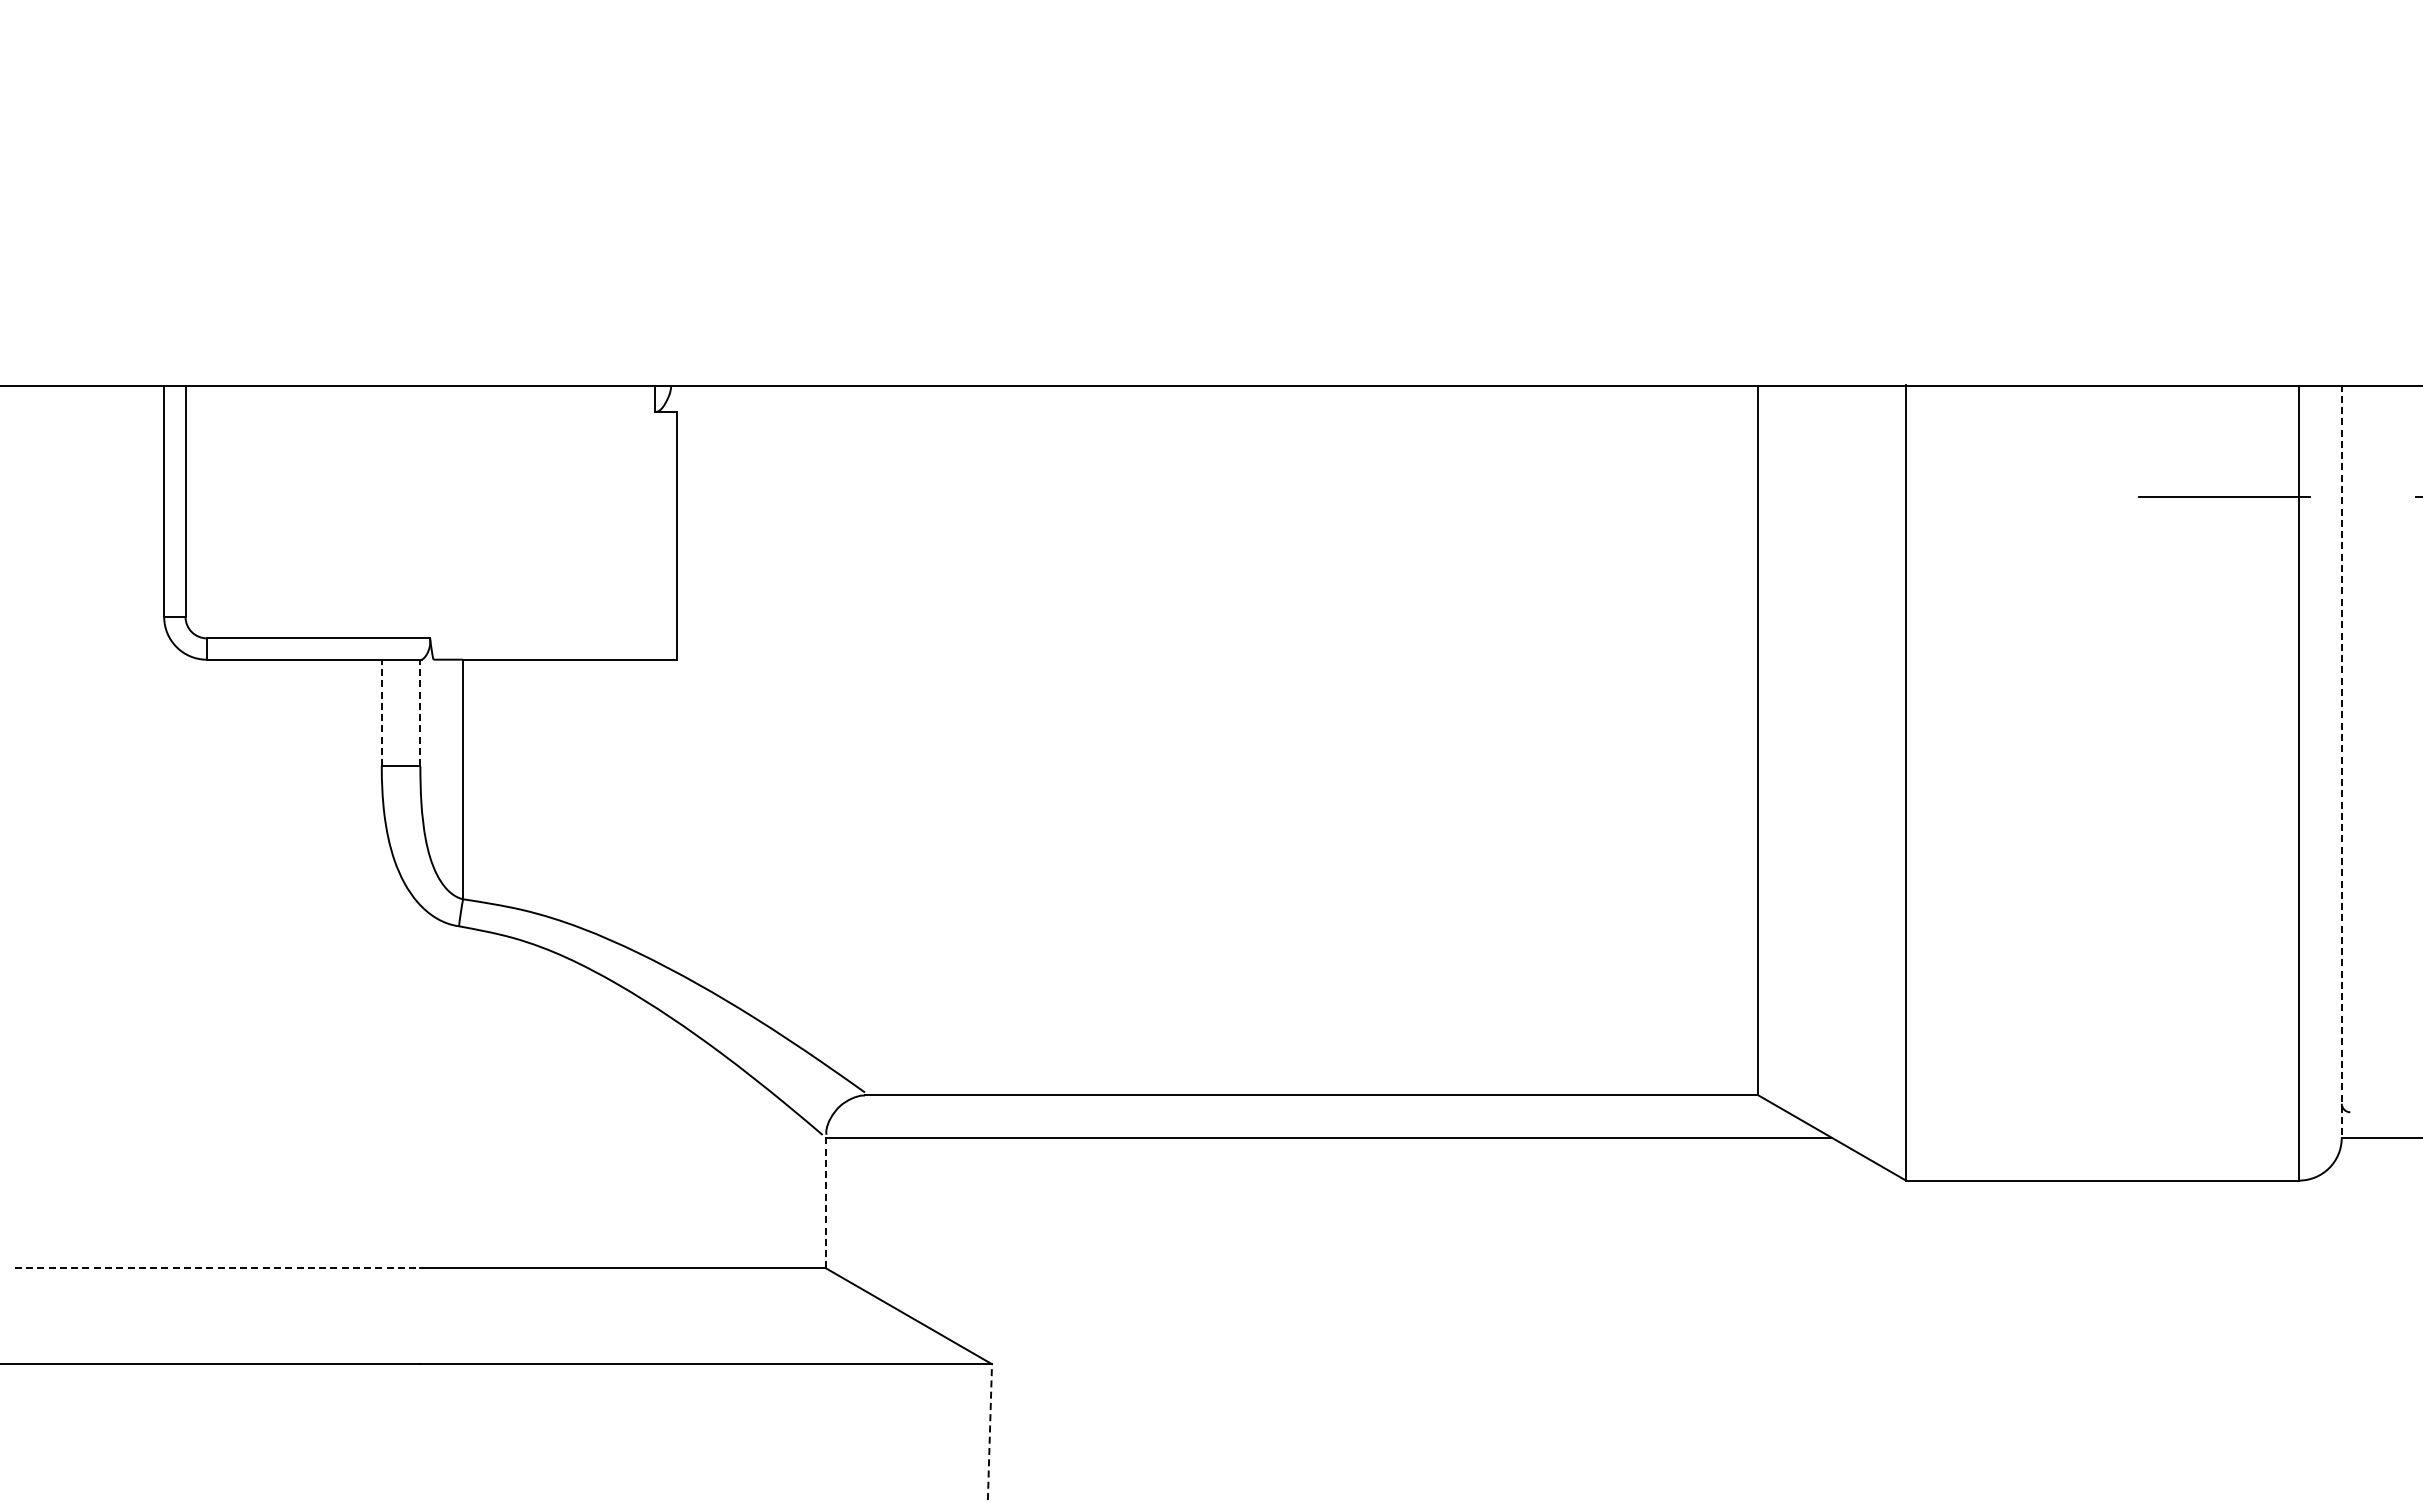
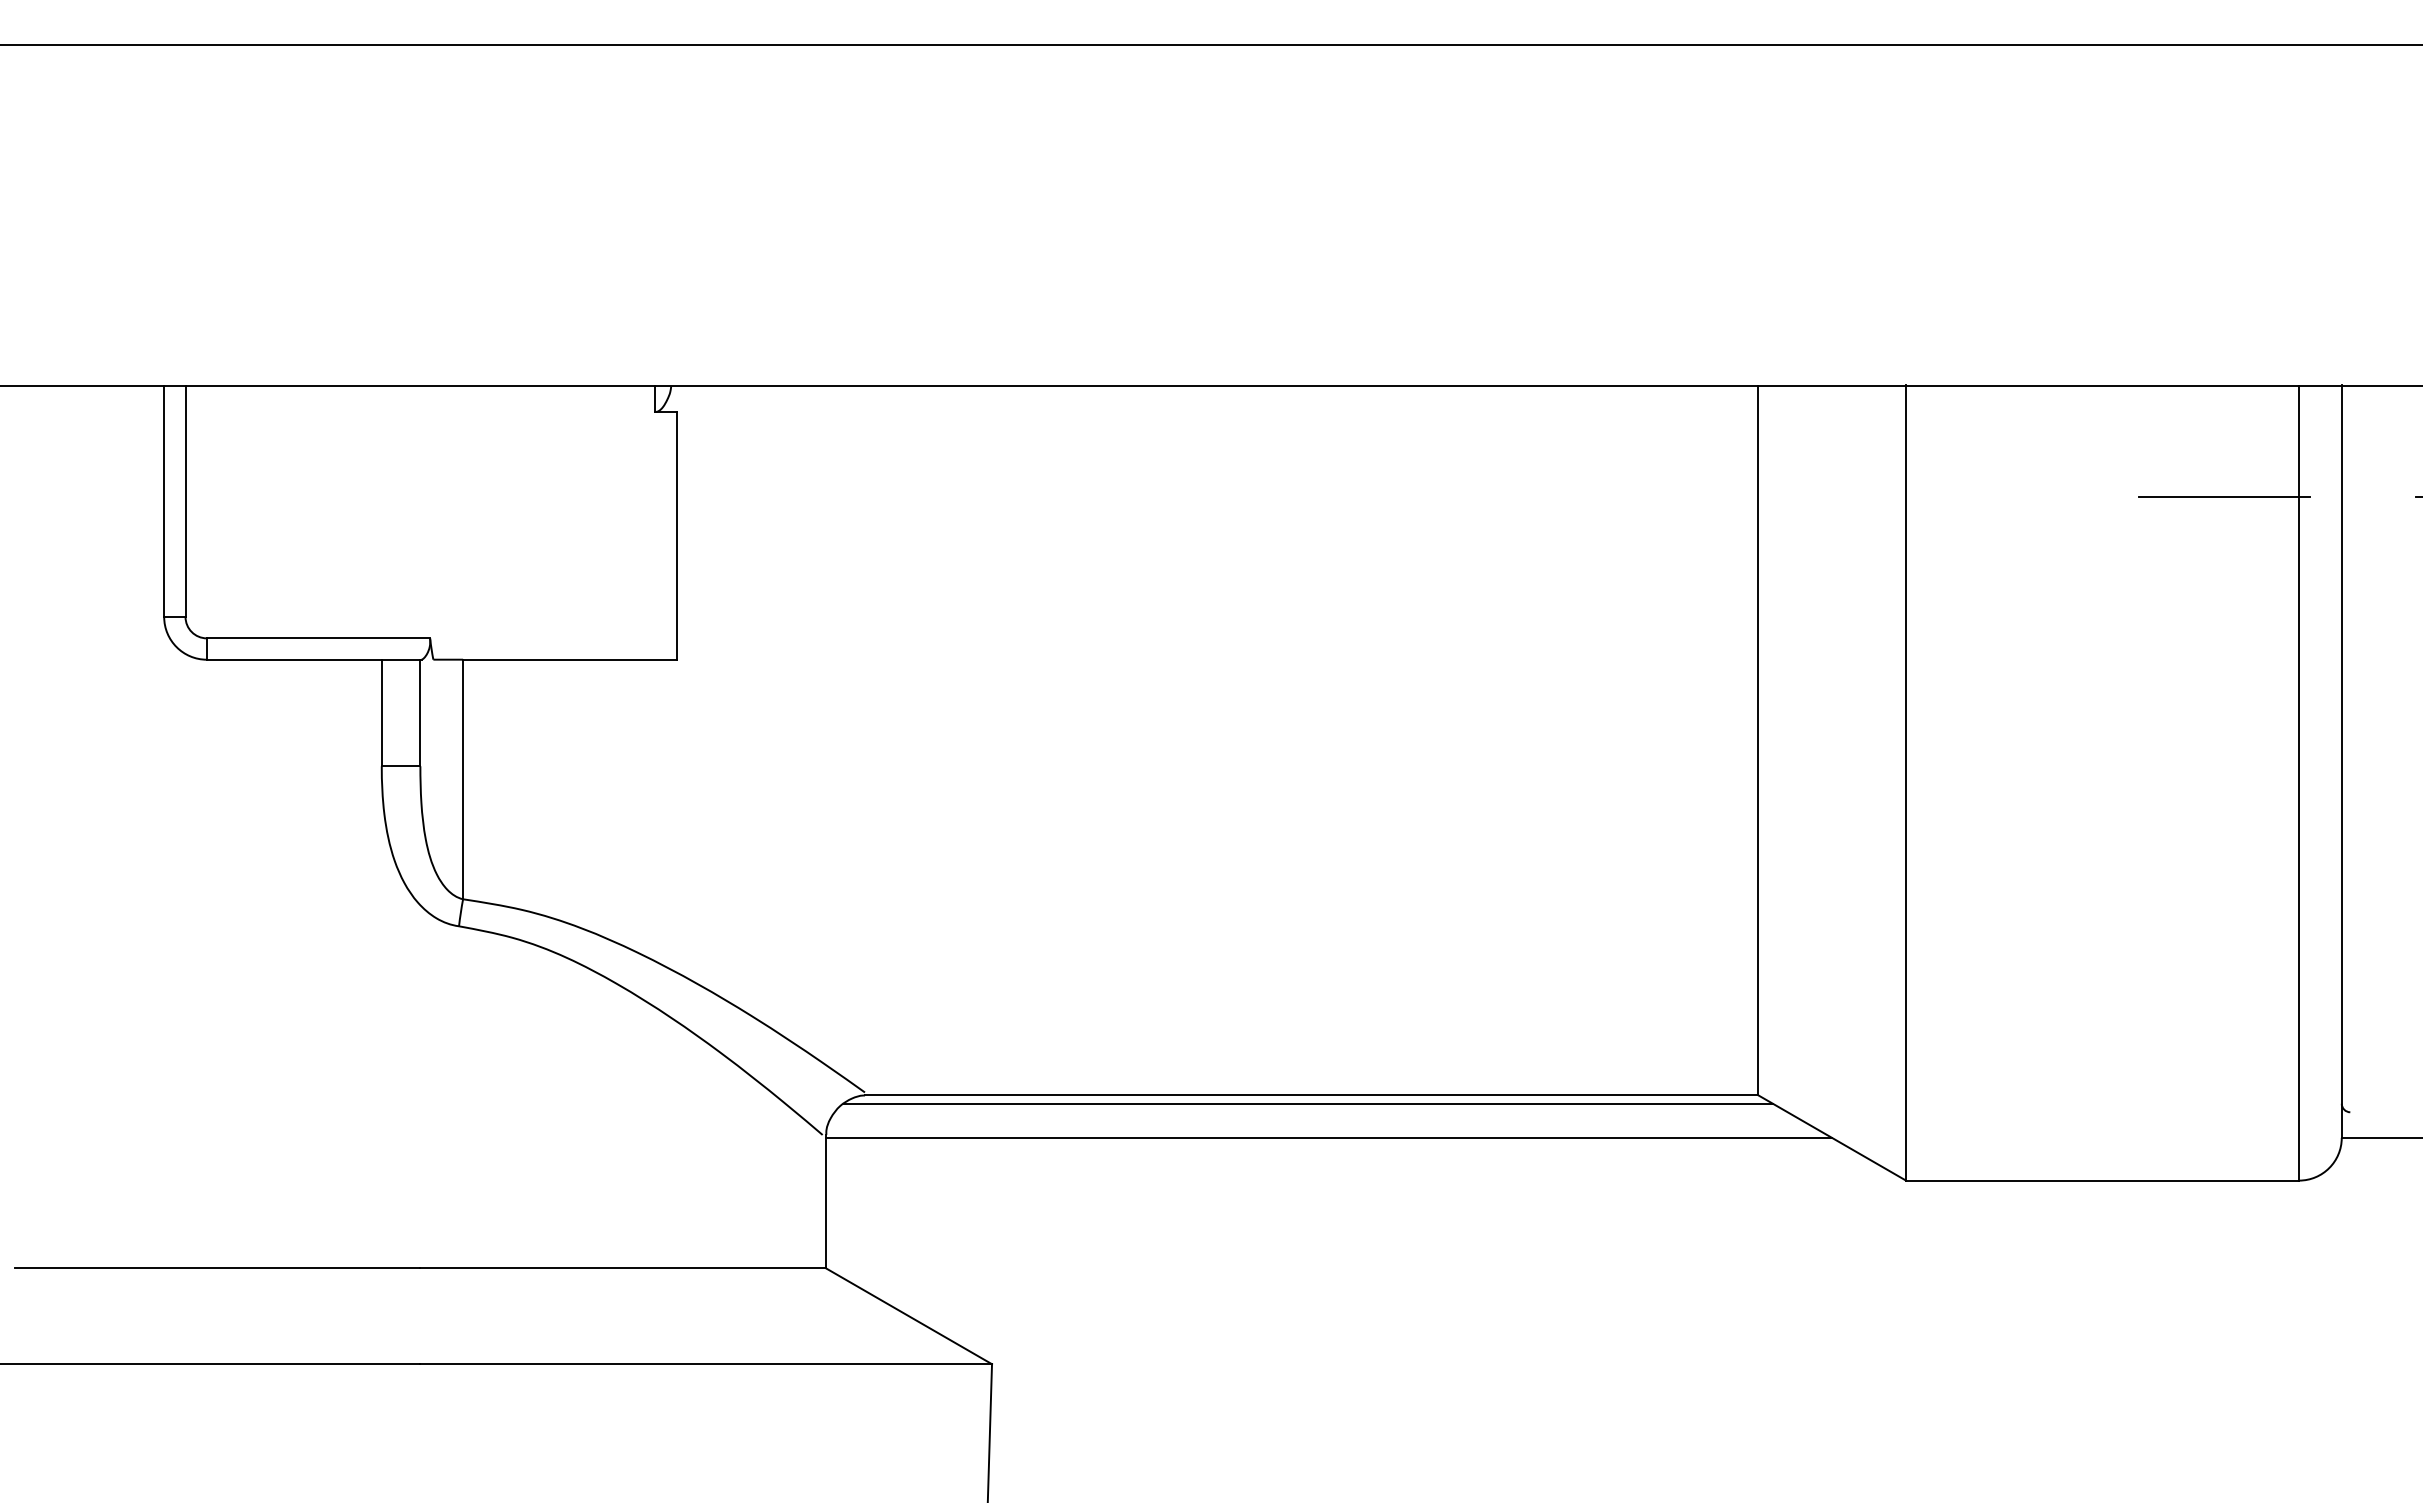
line at (1210, 44): none -> present
line at (381, 712): dashed -> solid
line at (420, 712): dashed -> solid
line at (2341, 761): dashed -> solid
line at (1307, 1103): none -> present
line at (826, 1201): dashed -> solid
line at (217, 1268): dashed -> solid
line at (989, 1433): dashed -> solid
